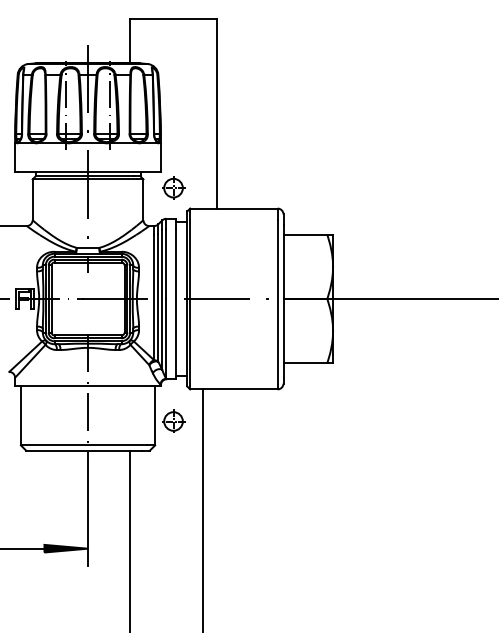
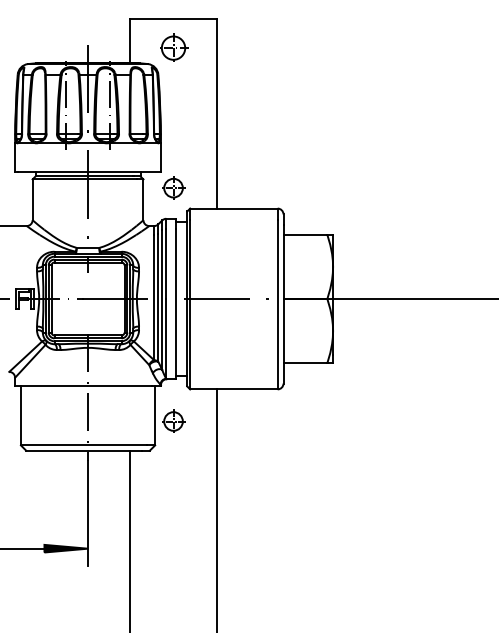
part at (174, 47): none -> present
line at (203, 509) position: (203, 509) -> (217, 509)
